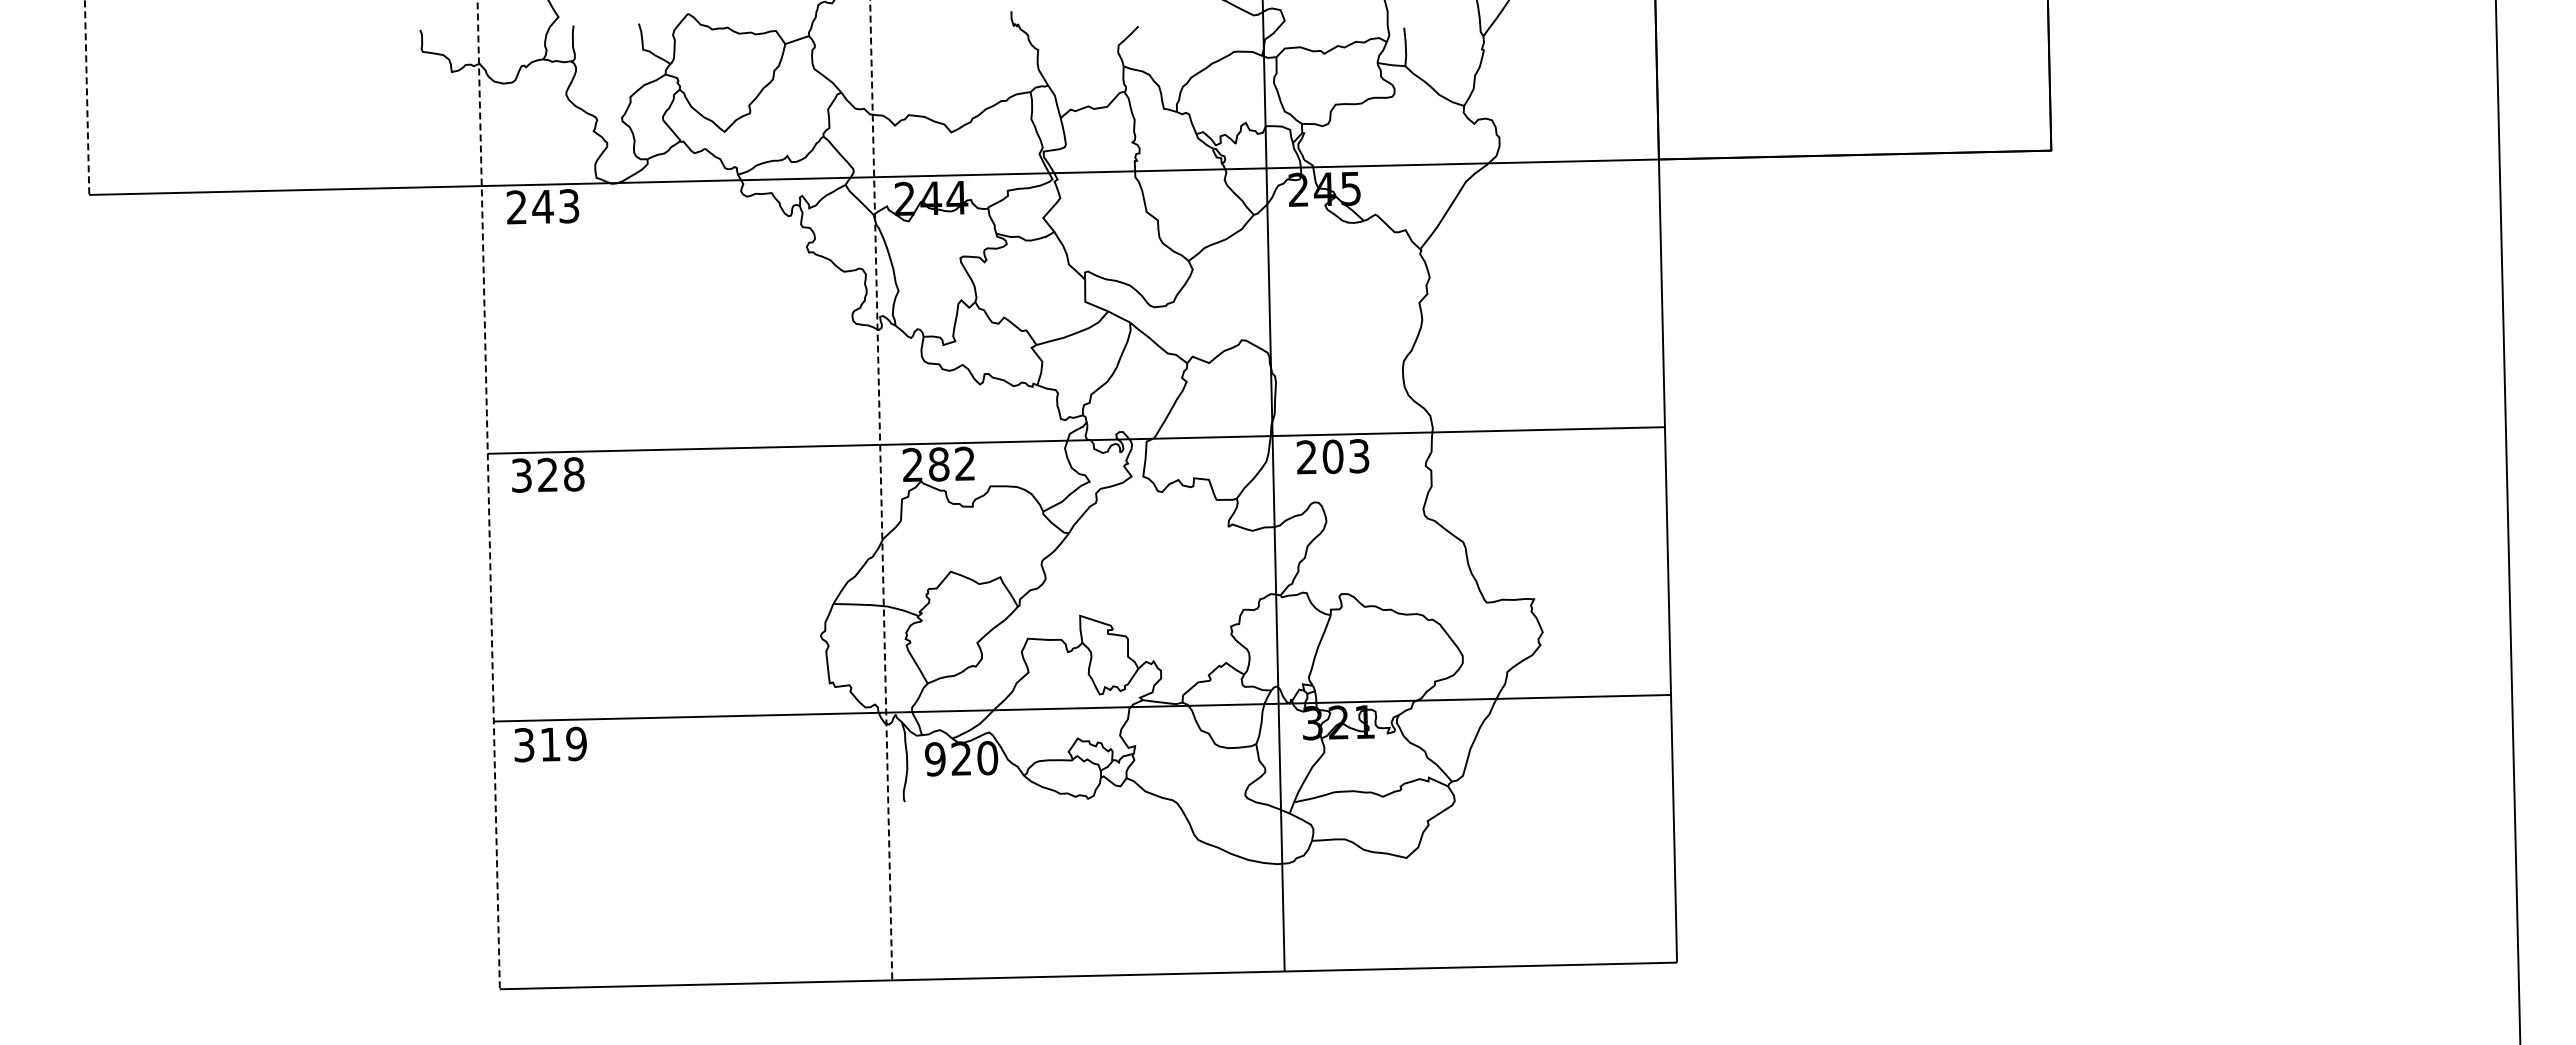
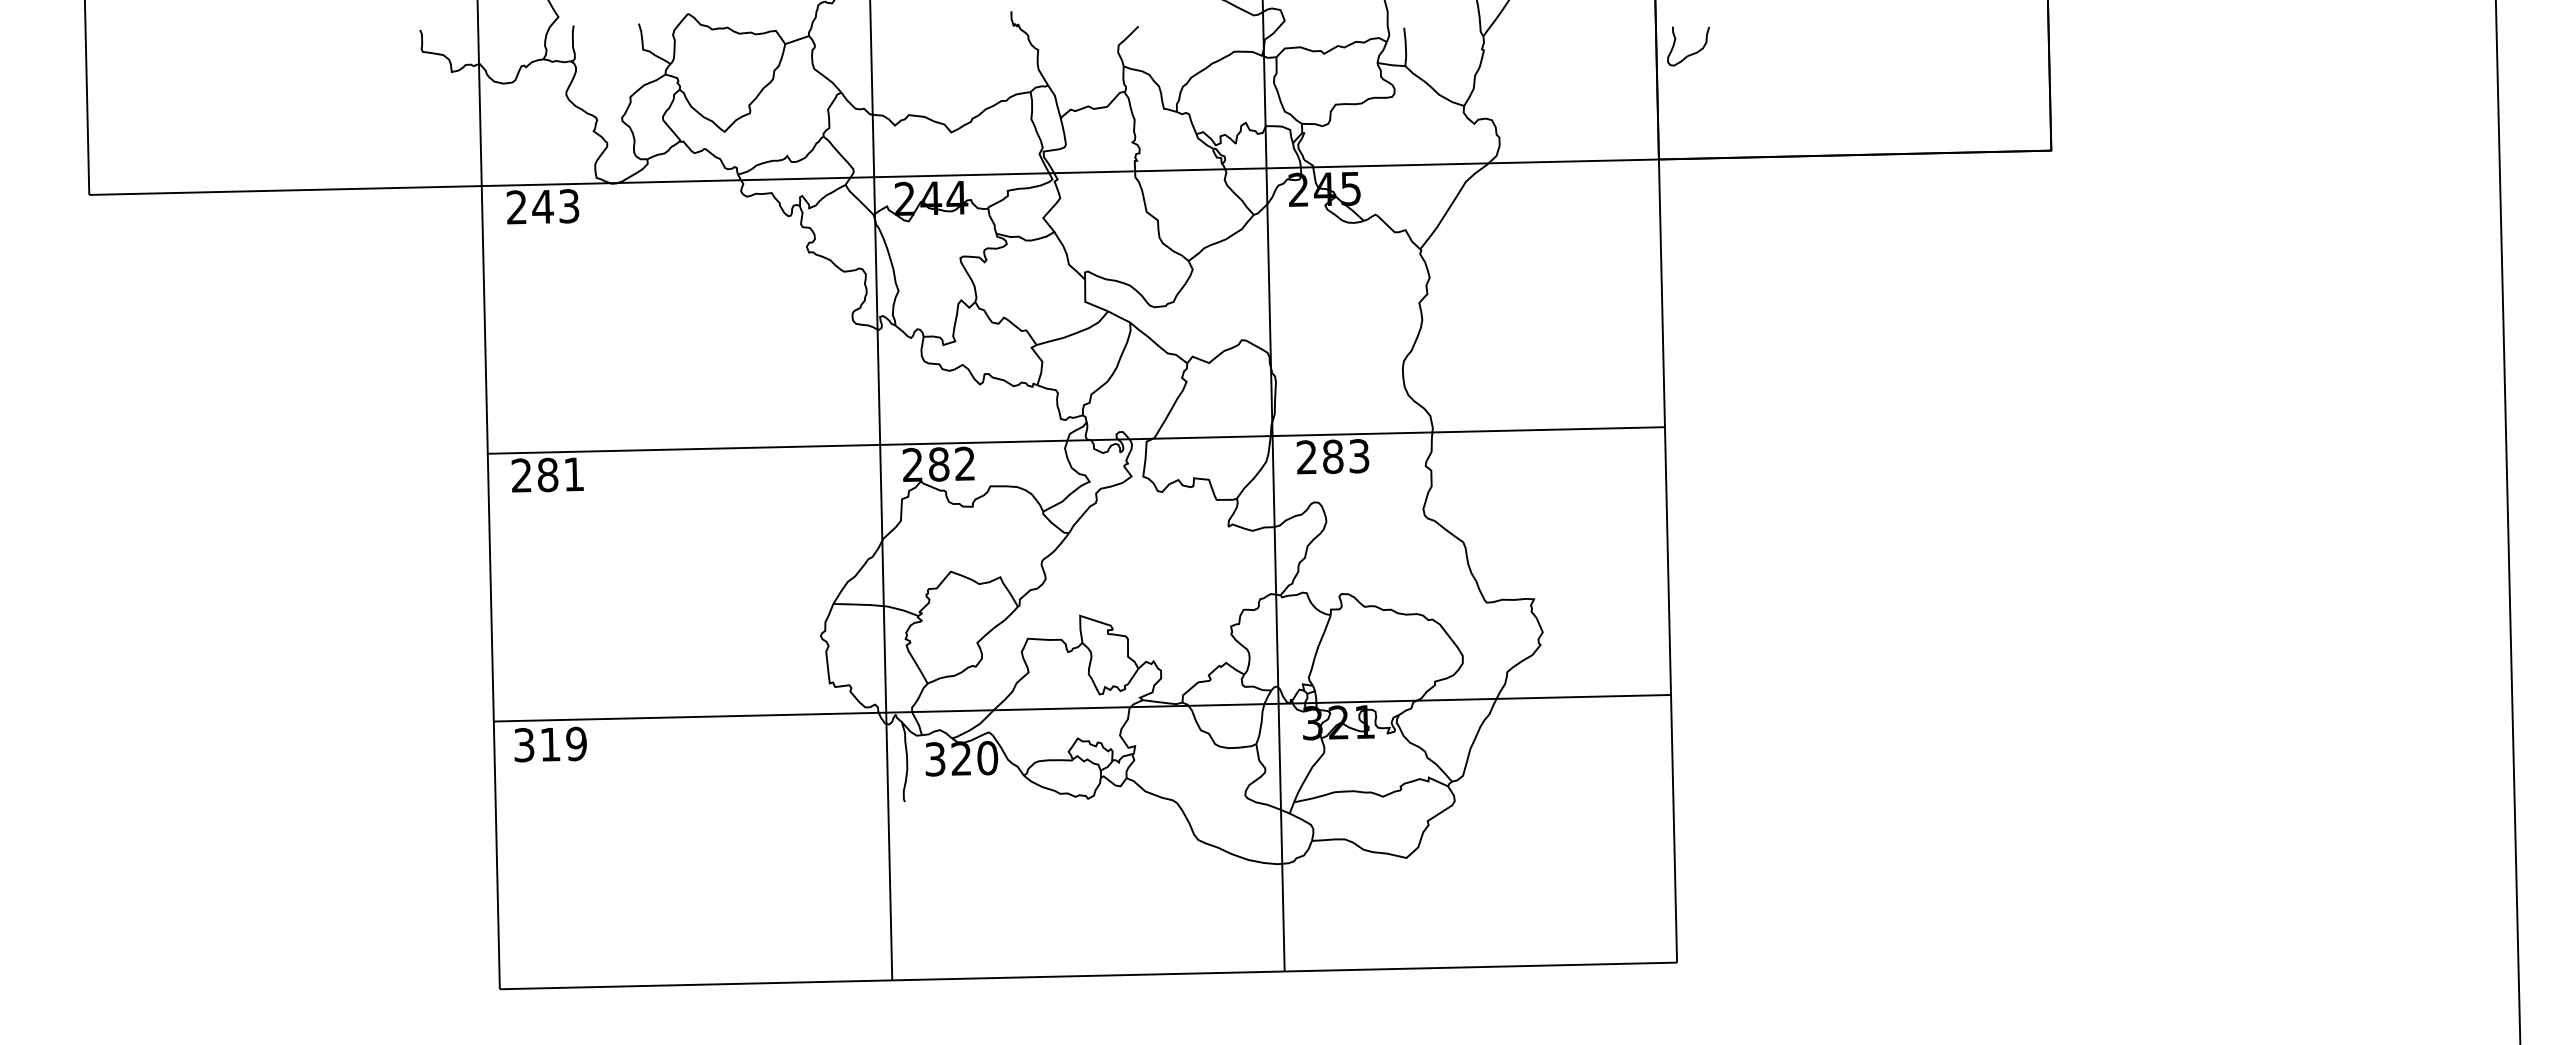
part at (1691, 53): none -> present
line at (87, 98): dashed -> solid
text at (1332, 456): 203 -> 283
text at (547, 474): 328 -> 281
line at (881, 490): dashed -> solid
line at (488, 495): dashed -> solid
text at (934, 759): 920 -> 320
